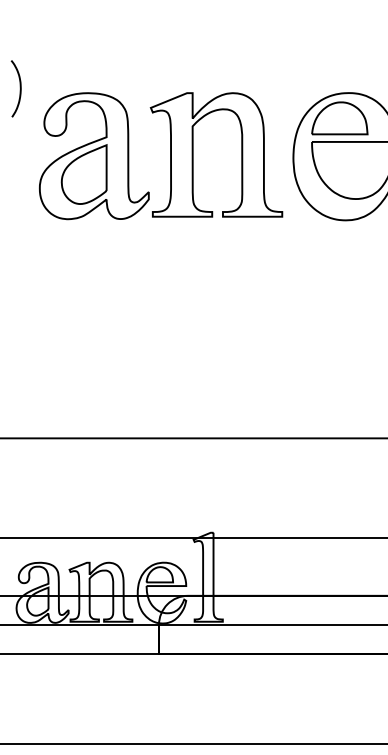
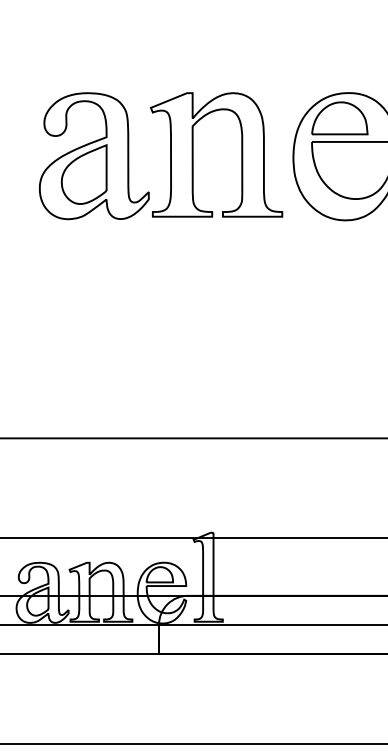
curve at (19, 88): present -> none
